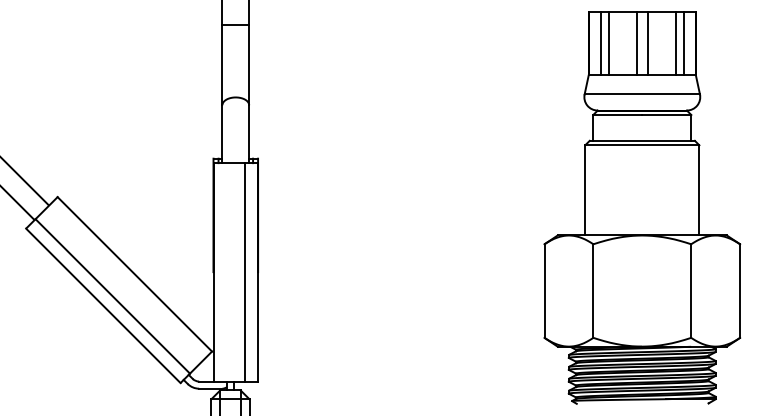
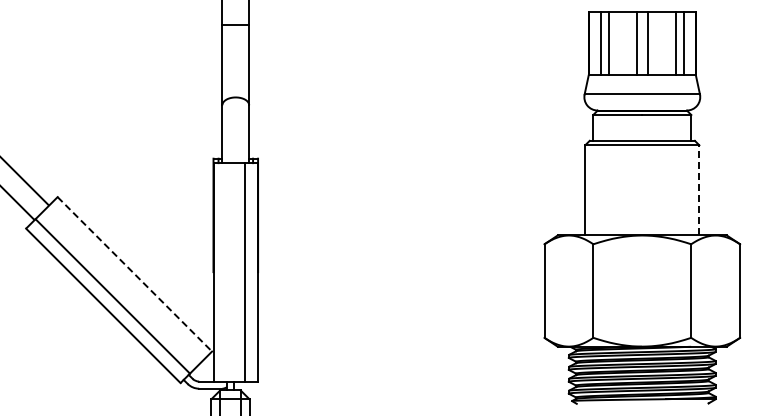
line at (699, 189): solid -> dashed
line at (135, 274): solid -> dashed
